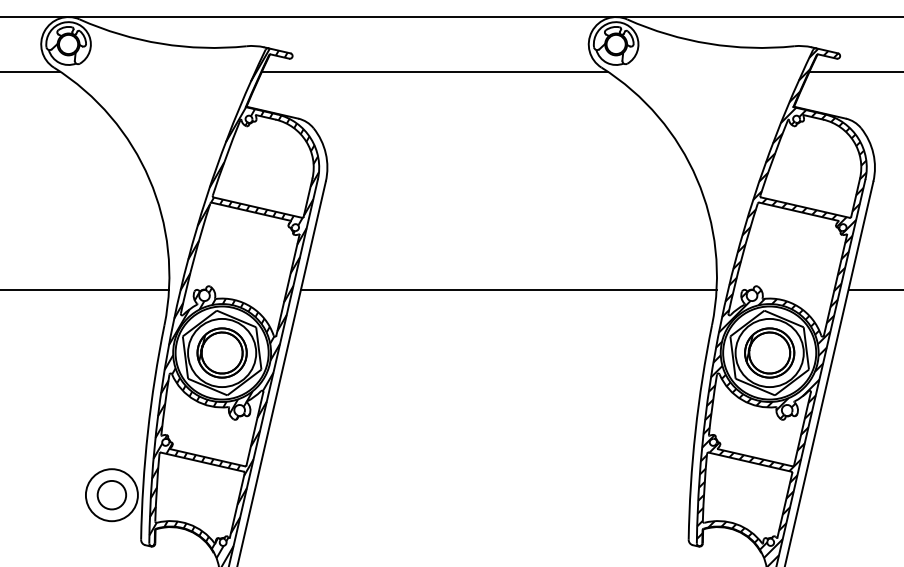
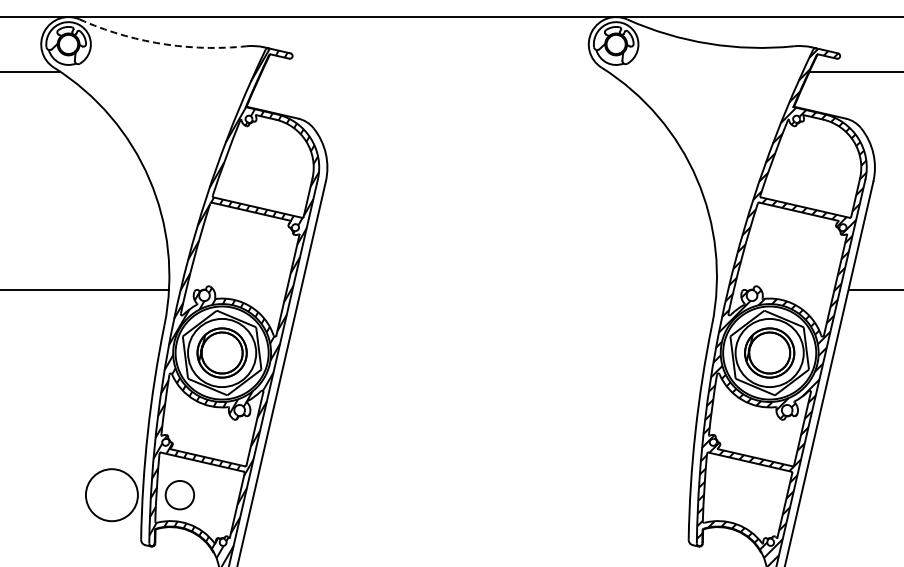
arc at (161, 43): solid -> dashed
line at (434, 71): present -> none
line at (508, 289): present -> none
circle at (111, 495) position: (111, 495) -> (179, 495)
